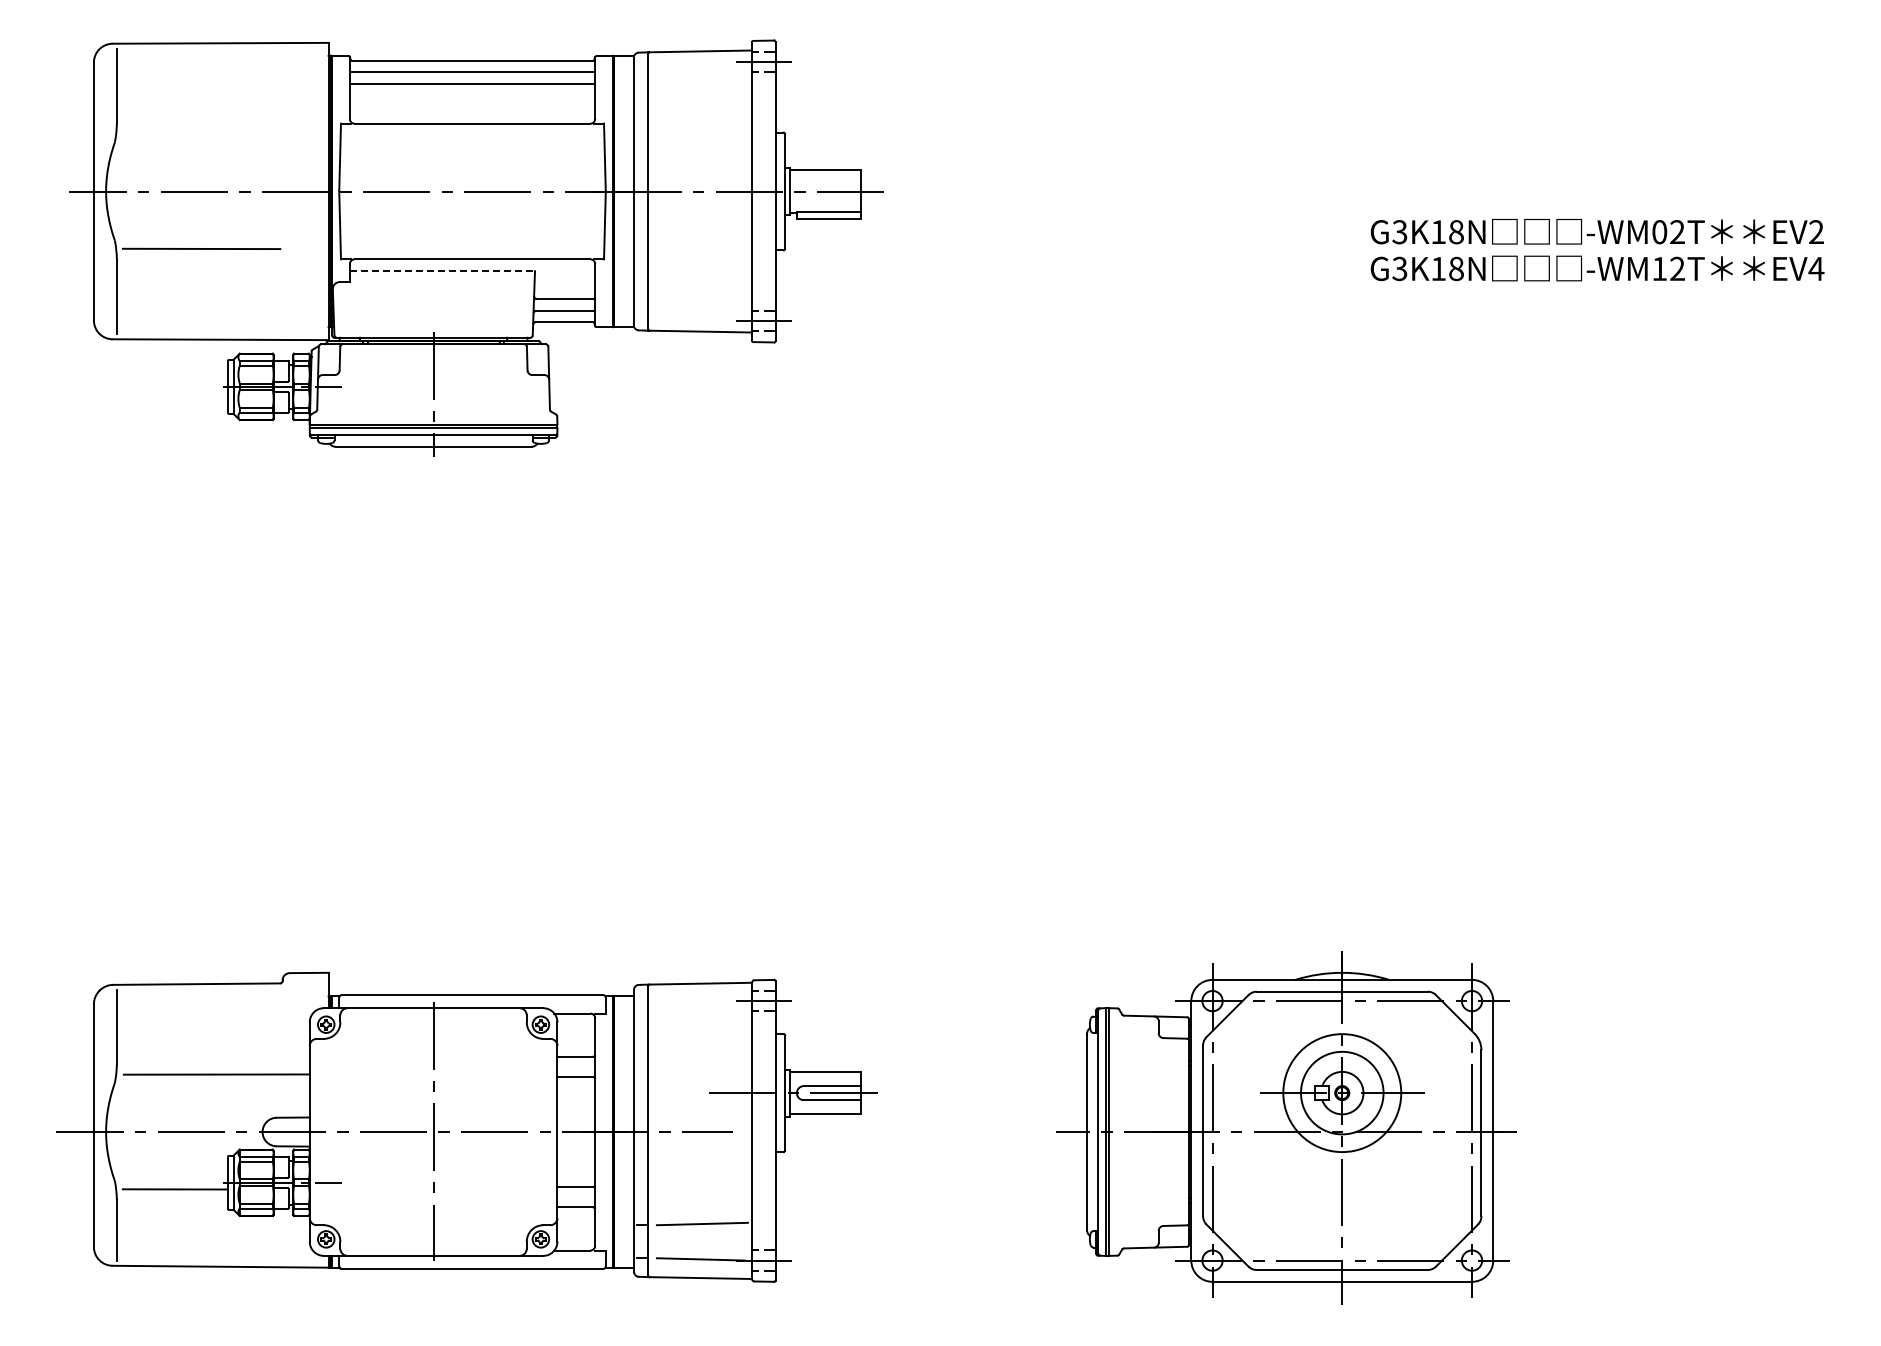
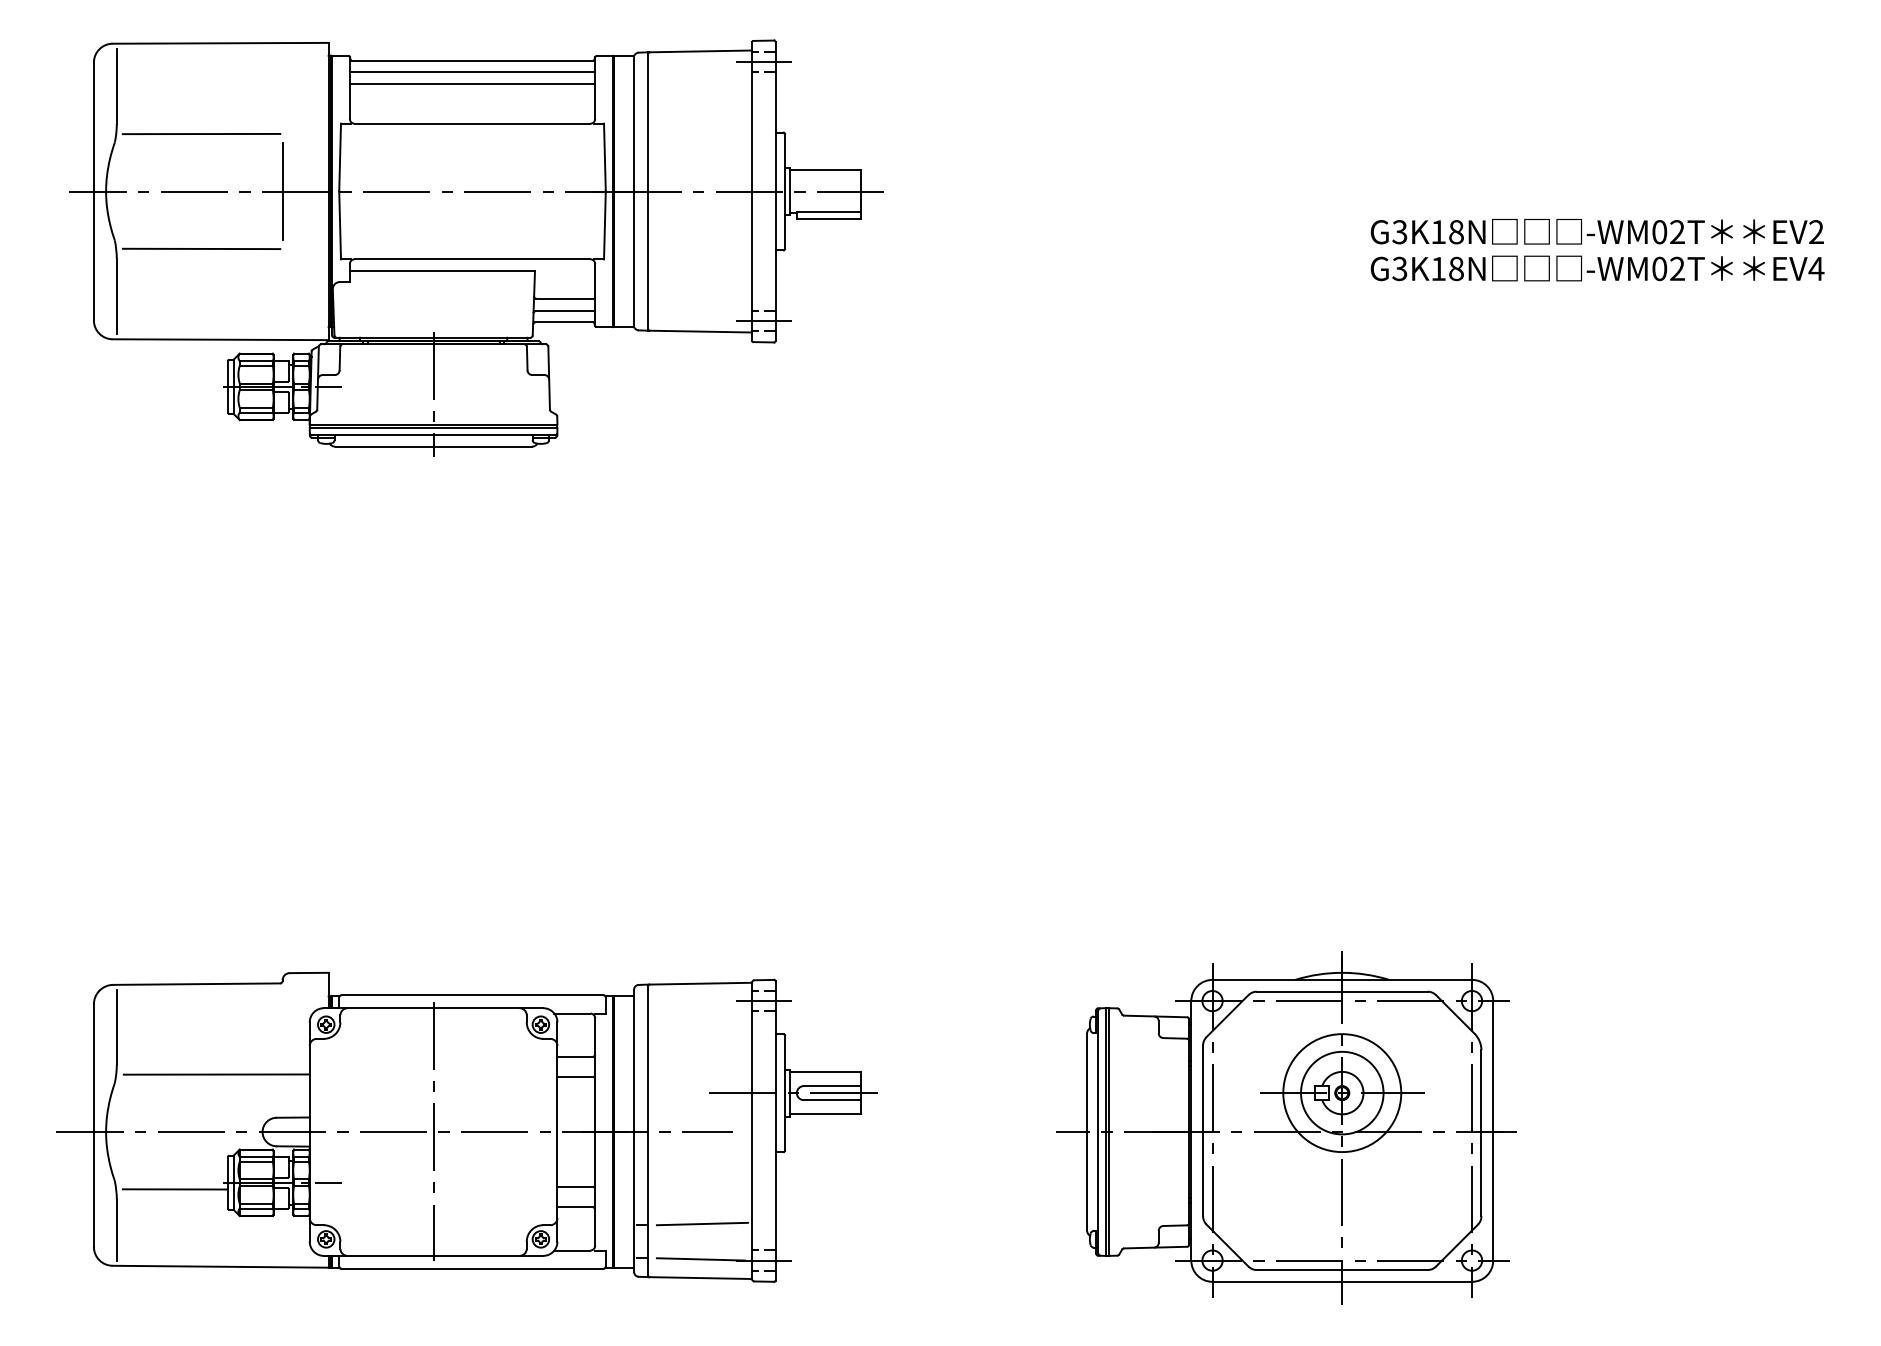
line at (201, 133): none -> present
line at (282, 191): none -> present
text at (1659, 268): -WM12T -> -WM02T
line at (442, 271): dashed -> solid
